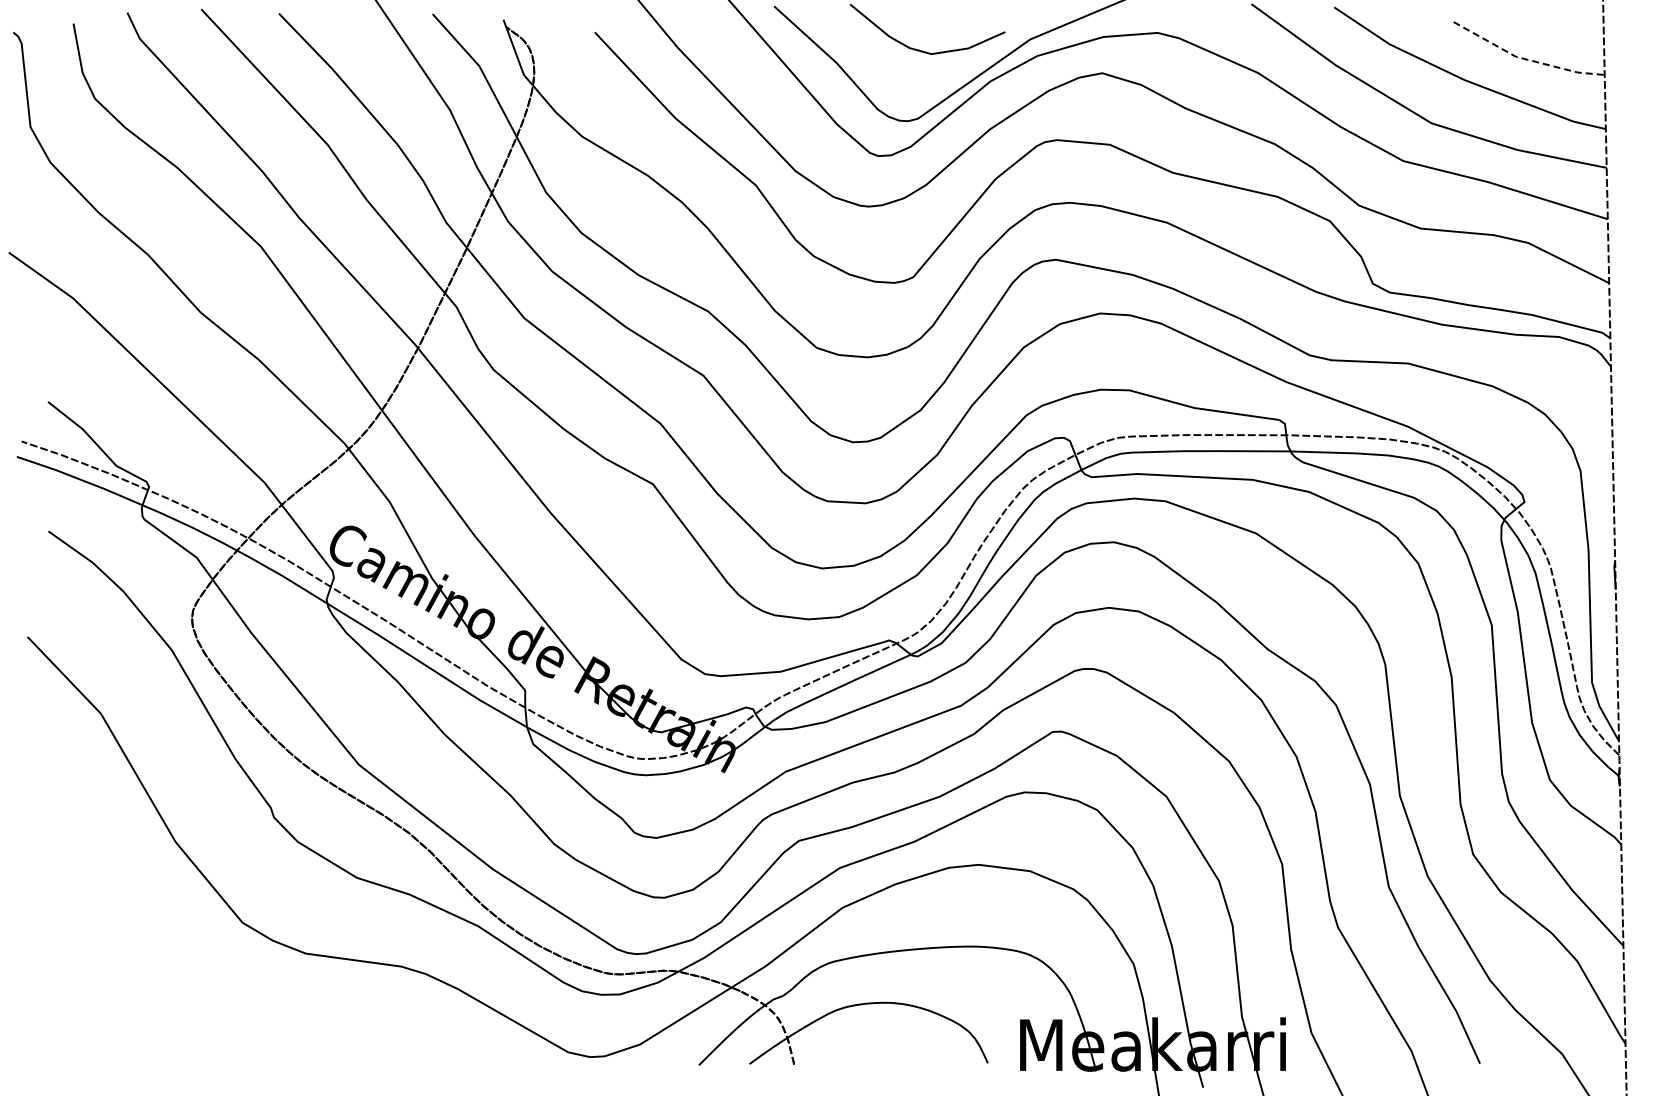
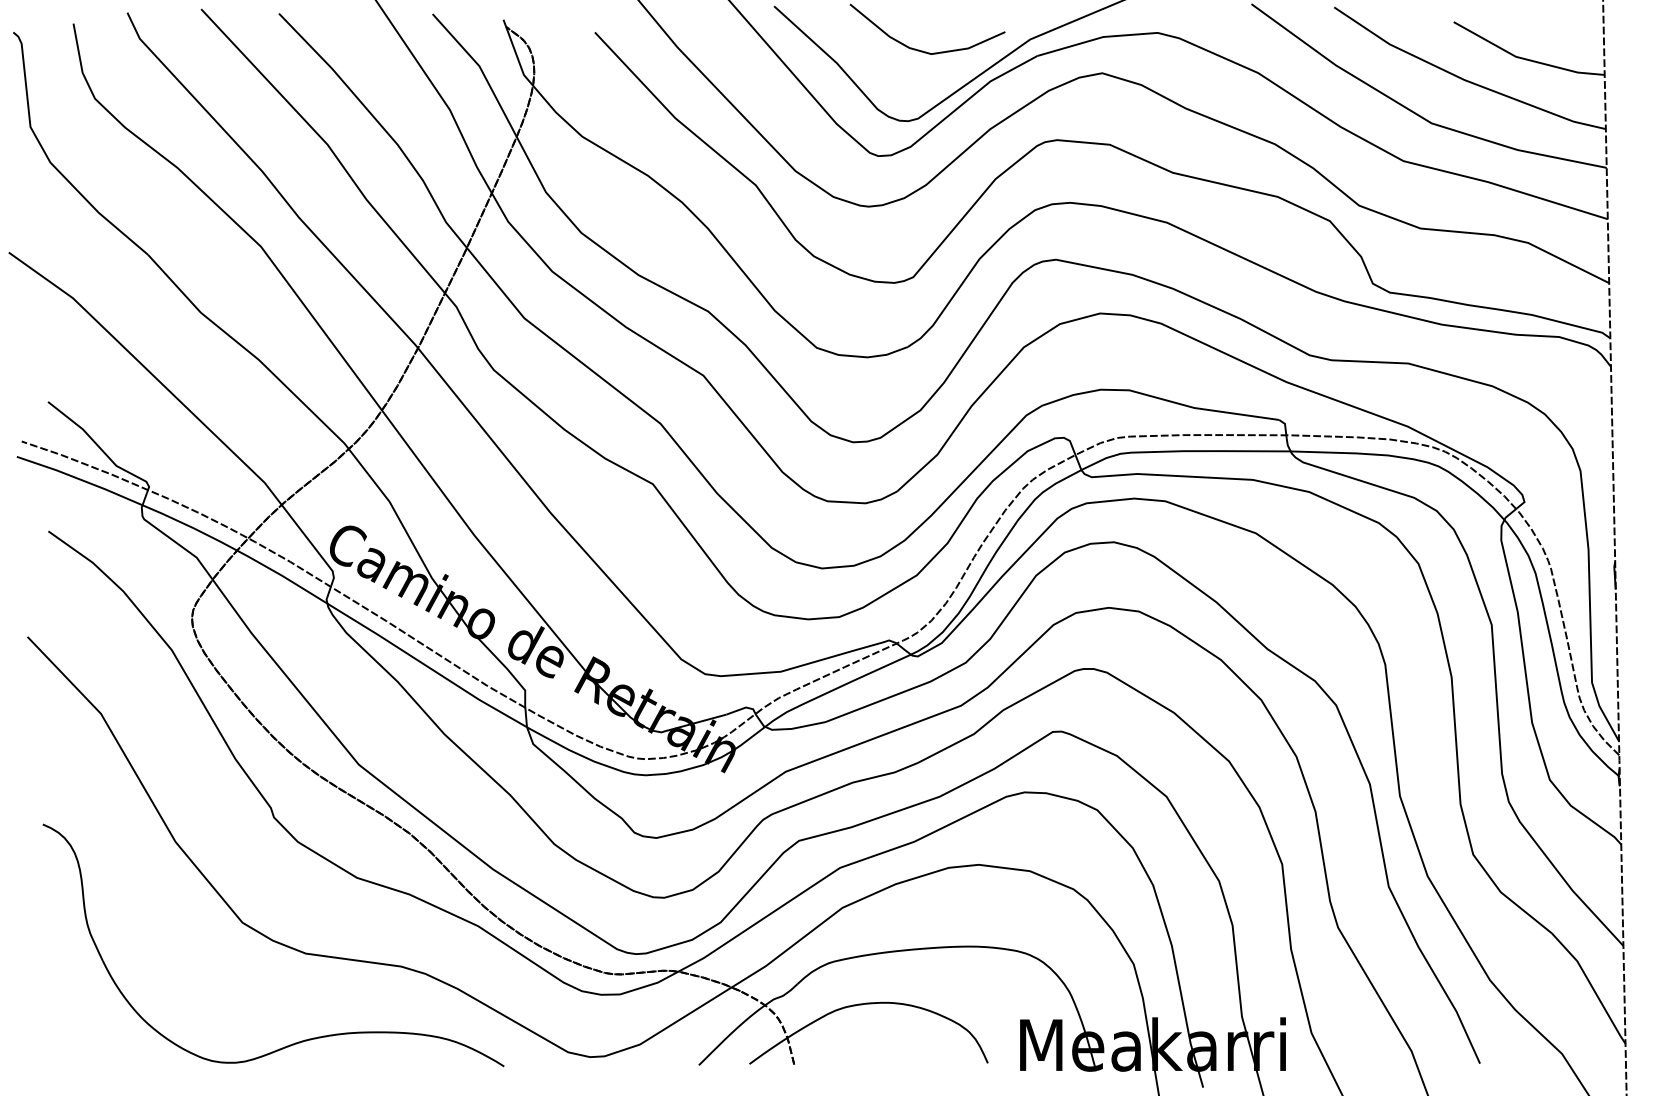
line at (1525, 59): dashed -> solid
part at (301, 1040): none -> present
